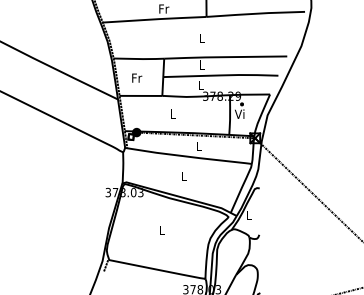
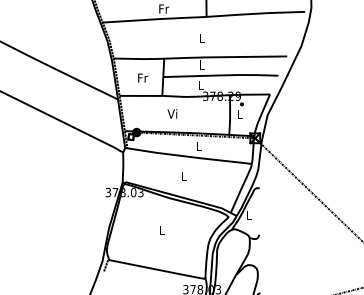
text at (137, 77) position: (137, 77) -> (143, 77)
text at (172, 113): L -> Vi
text at (239, 113): Vi -> L
